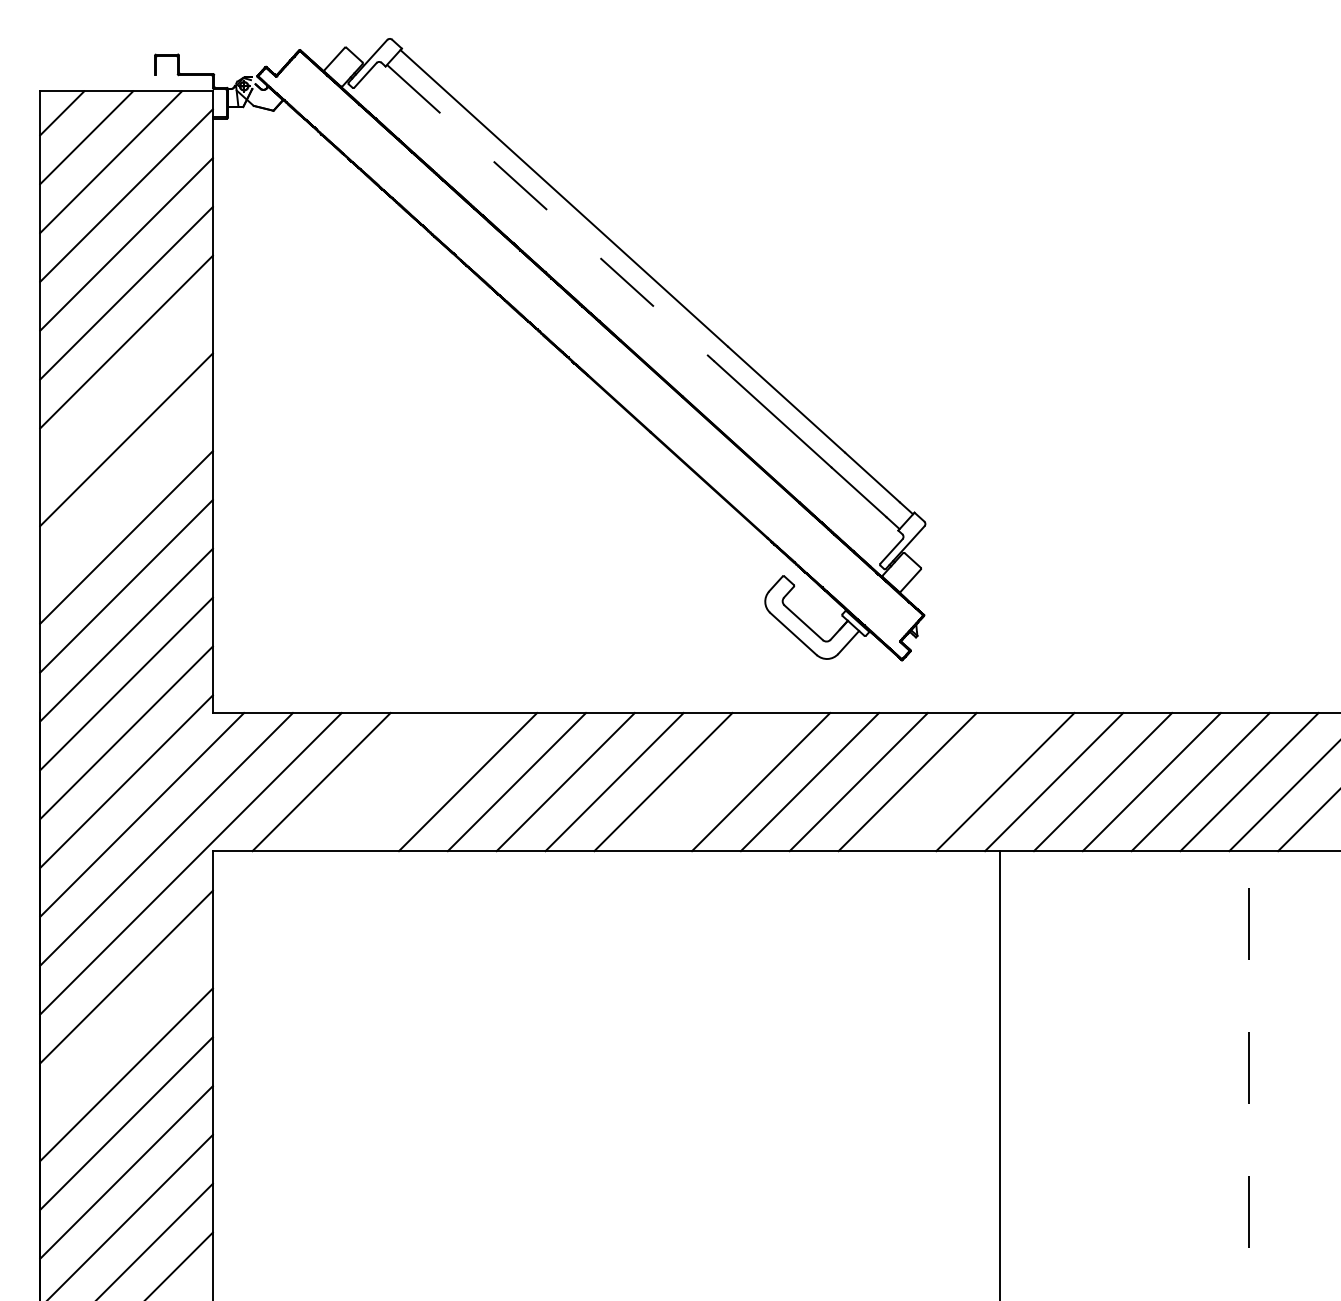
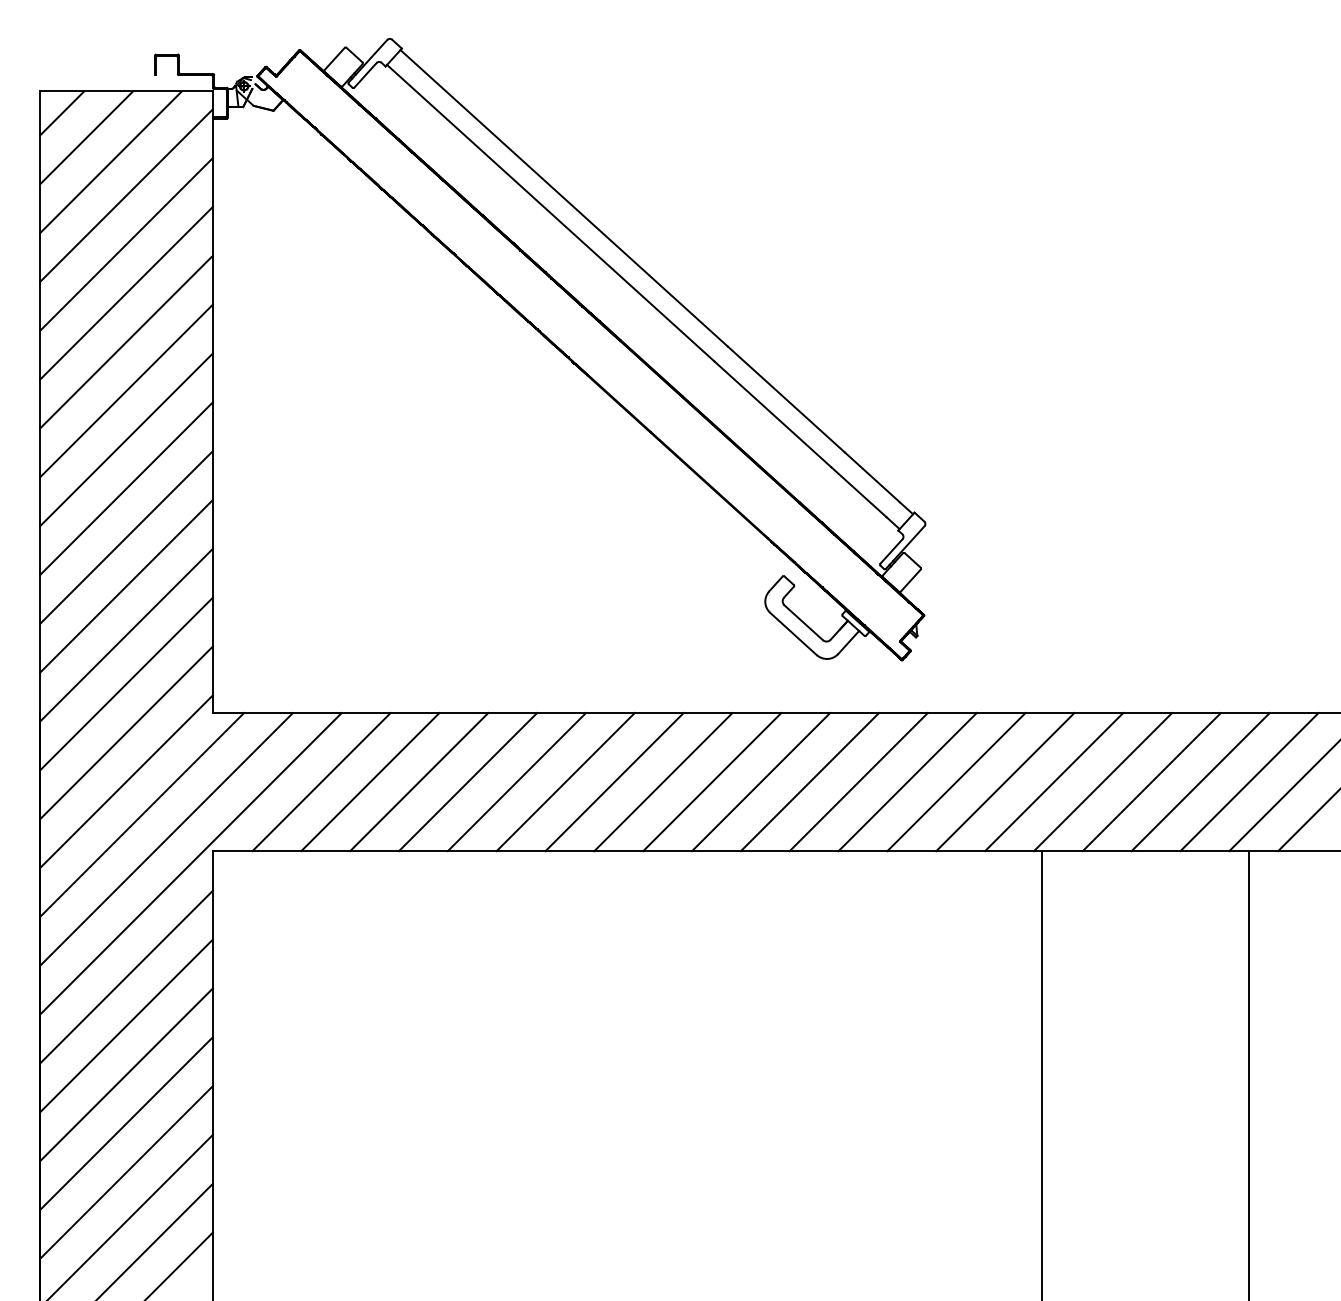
line at (550, 213): dashed -> solid
line at (126, 390): none -> present
line at (126, 488): none -> present
line at (370, 782): none -> present
line at (419, 782): none -> present
line at (712, 782): none -> present
line at (956, 782): none -> present
line at (126, 1025): none -> present
line at (999, 1074) position: (999, 1074) -> (1041, 1074)
line at (1249, 1075): dashed -> solid
